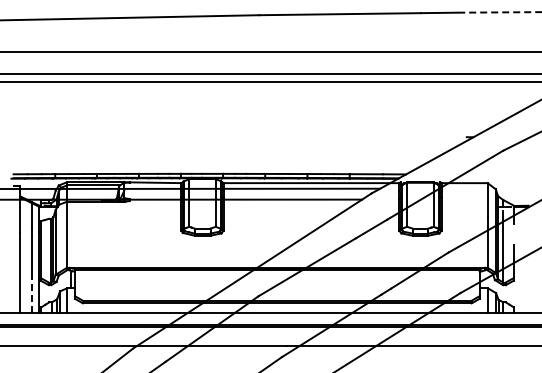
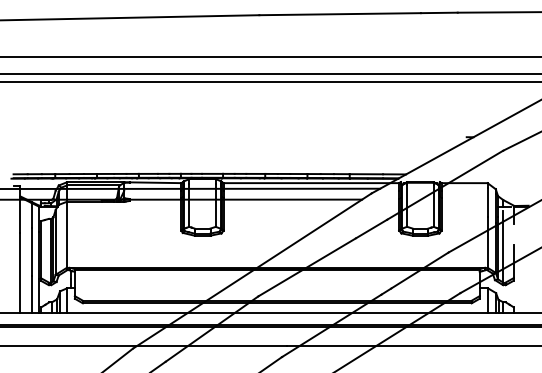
line at (499, 12): dashed -> solid
line at (270, 52) position: (270, 52) -> (270, 57)
line at (31, 294): dashed -> solid
